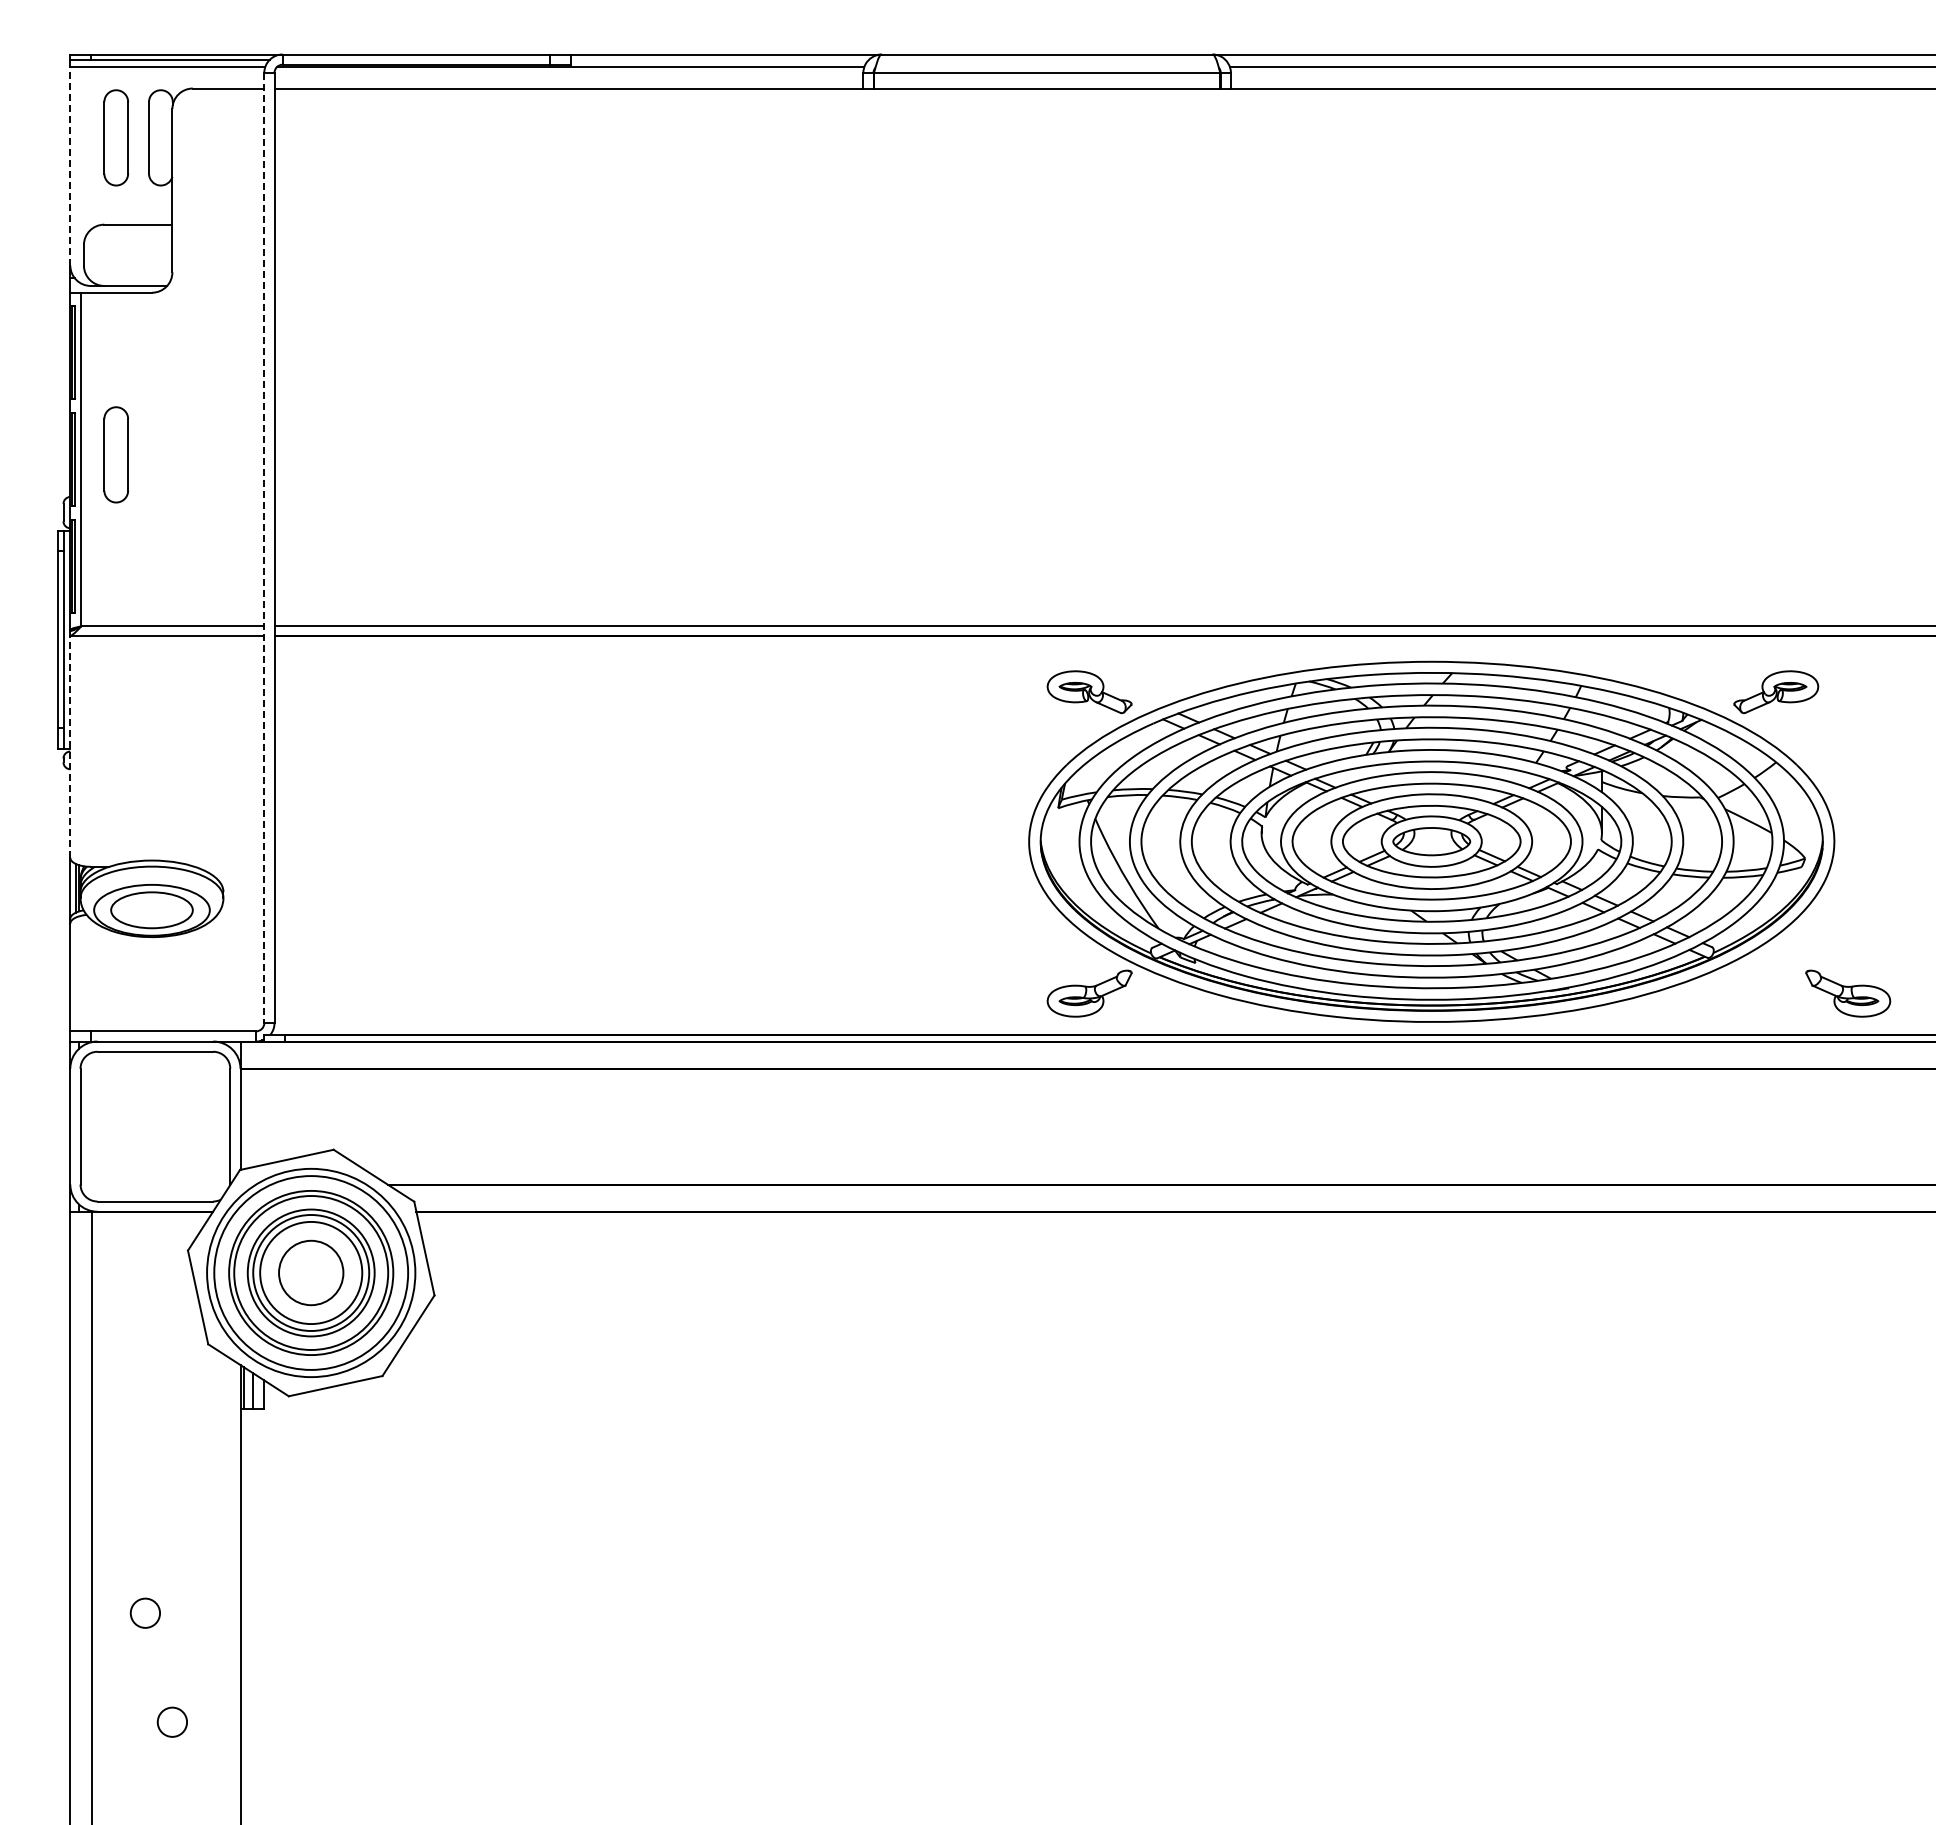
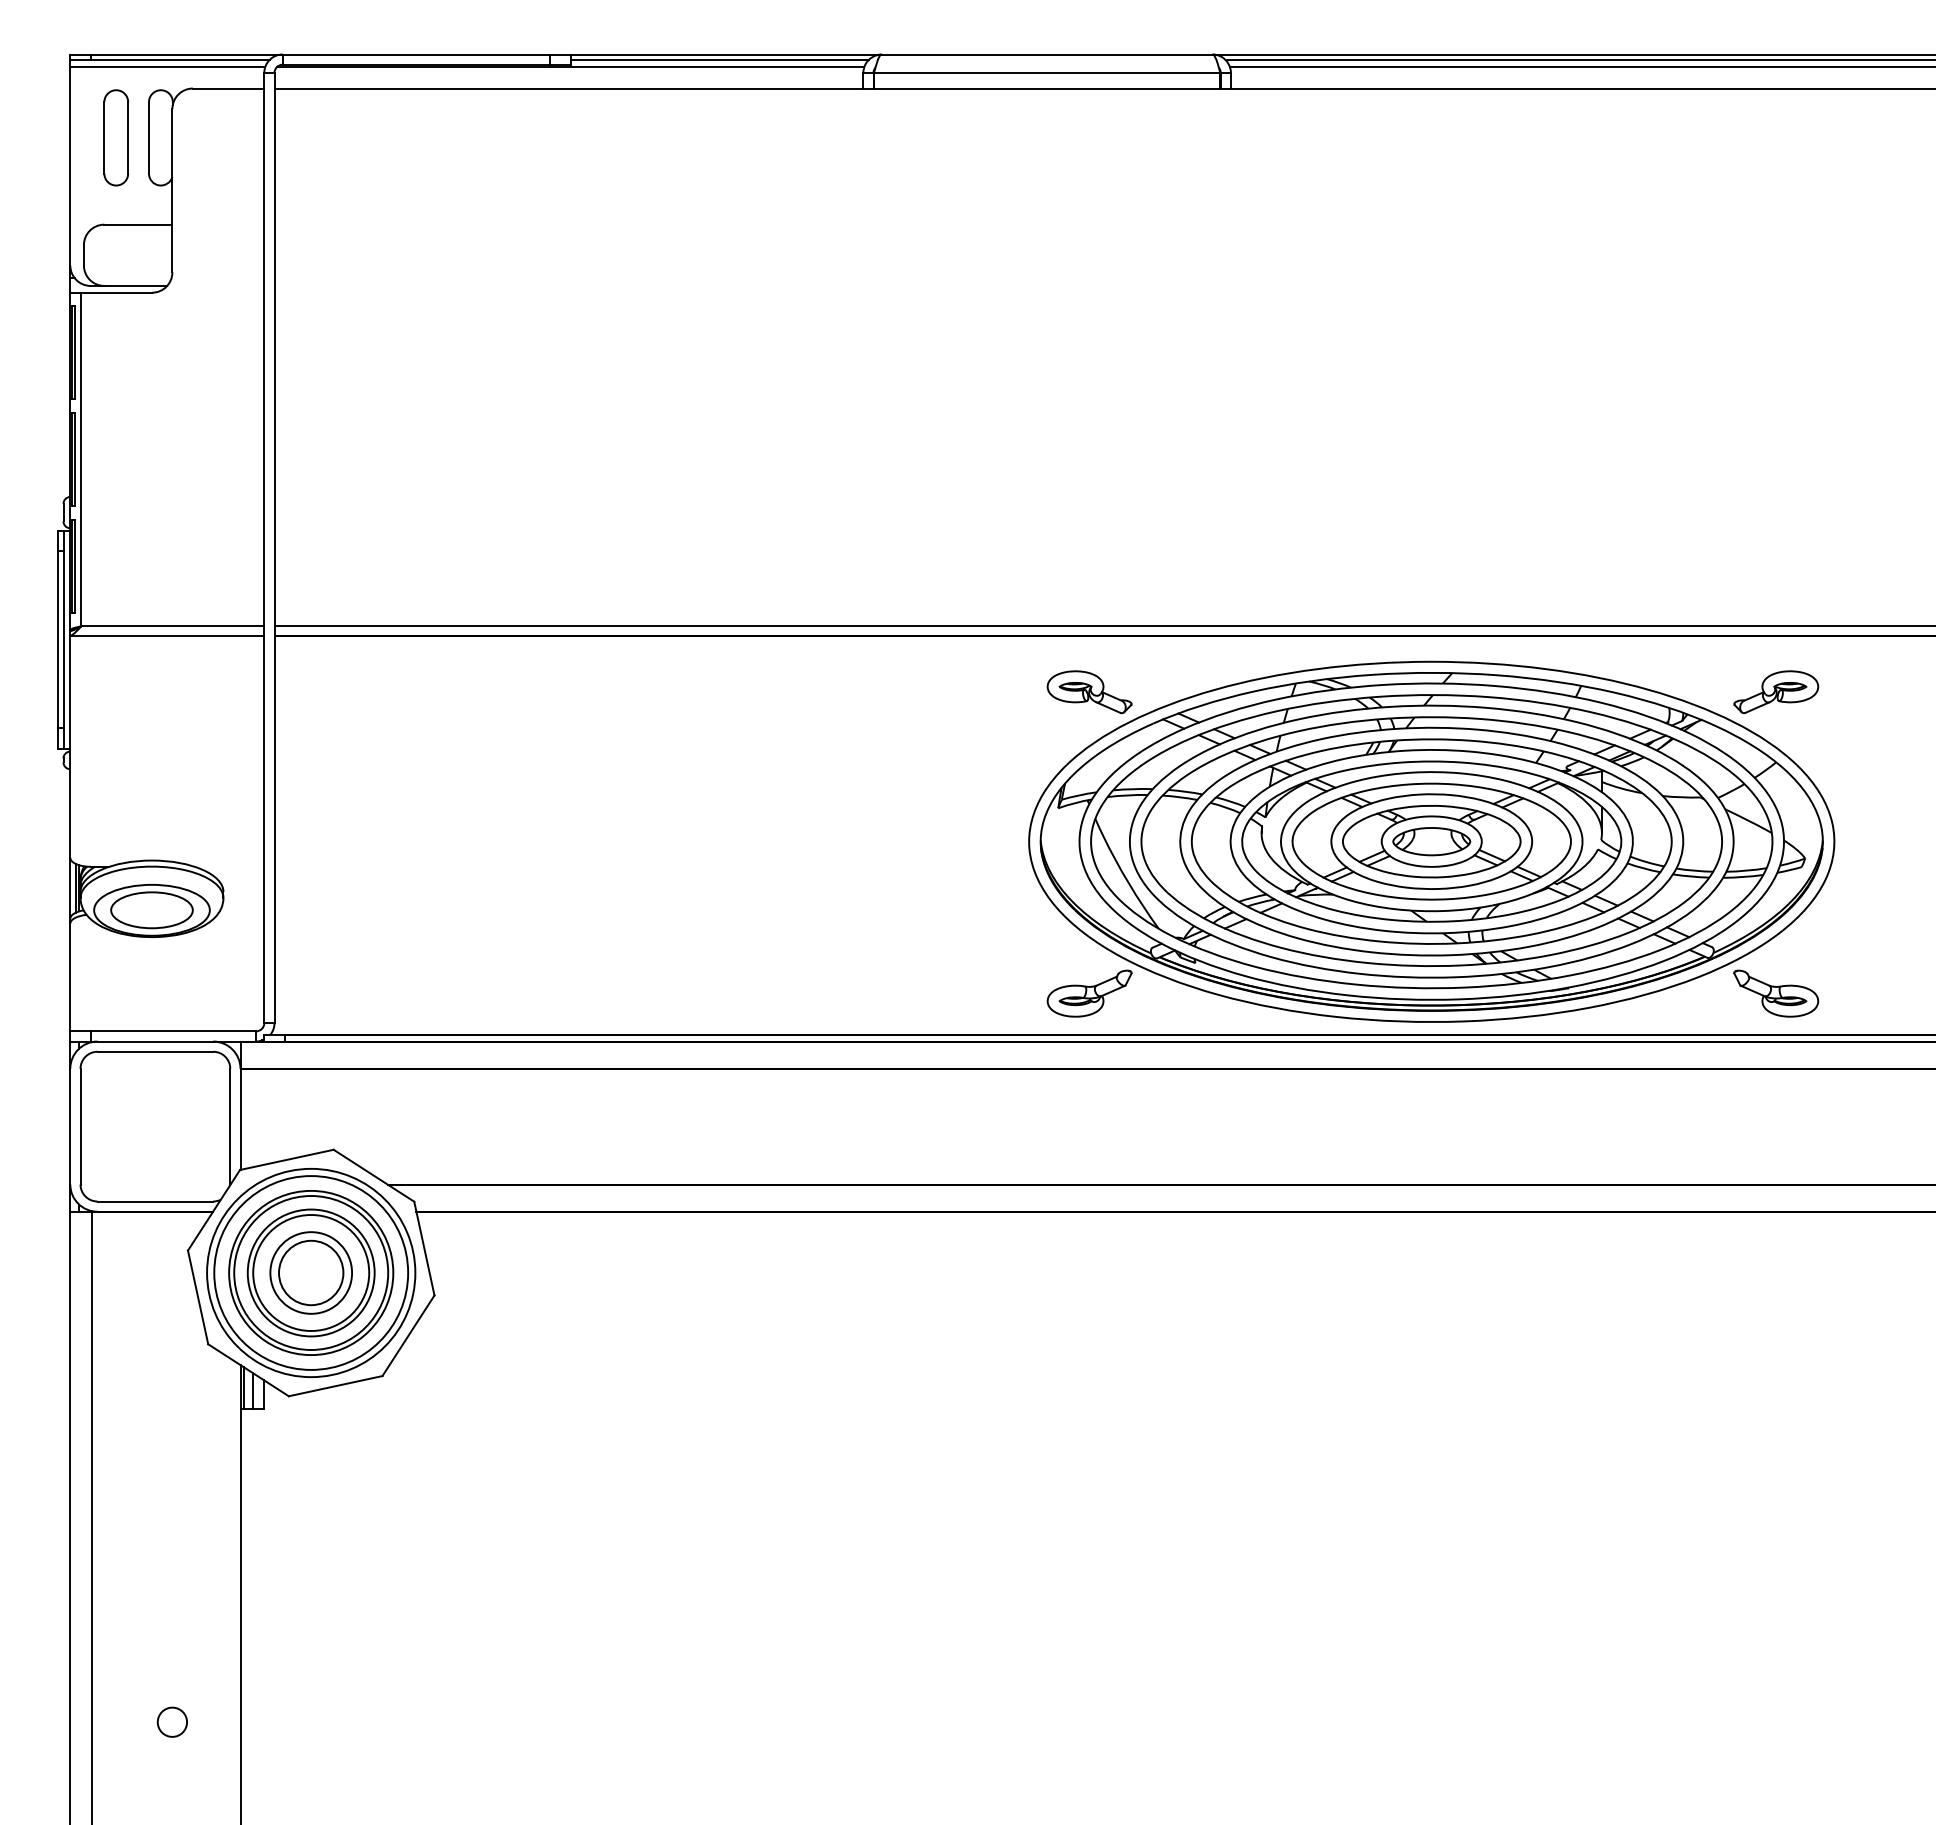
line at (719, 59): none -> present
line at (1578, 59): none -> present
line at (70, 165): dashed -> solid
part at (115, 454): present -> none
line at (264, 548): dashed -> solid
line at (70, 746): dashed -> solid
part at (1848, 993) position: (1848, 993) -> (1776, 993)
circle at (311, 1272) diameter: 102 px -> 82 px
circle at (144, 1612): present -> none
